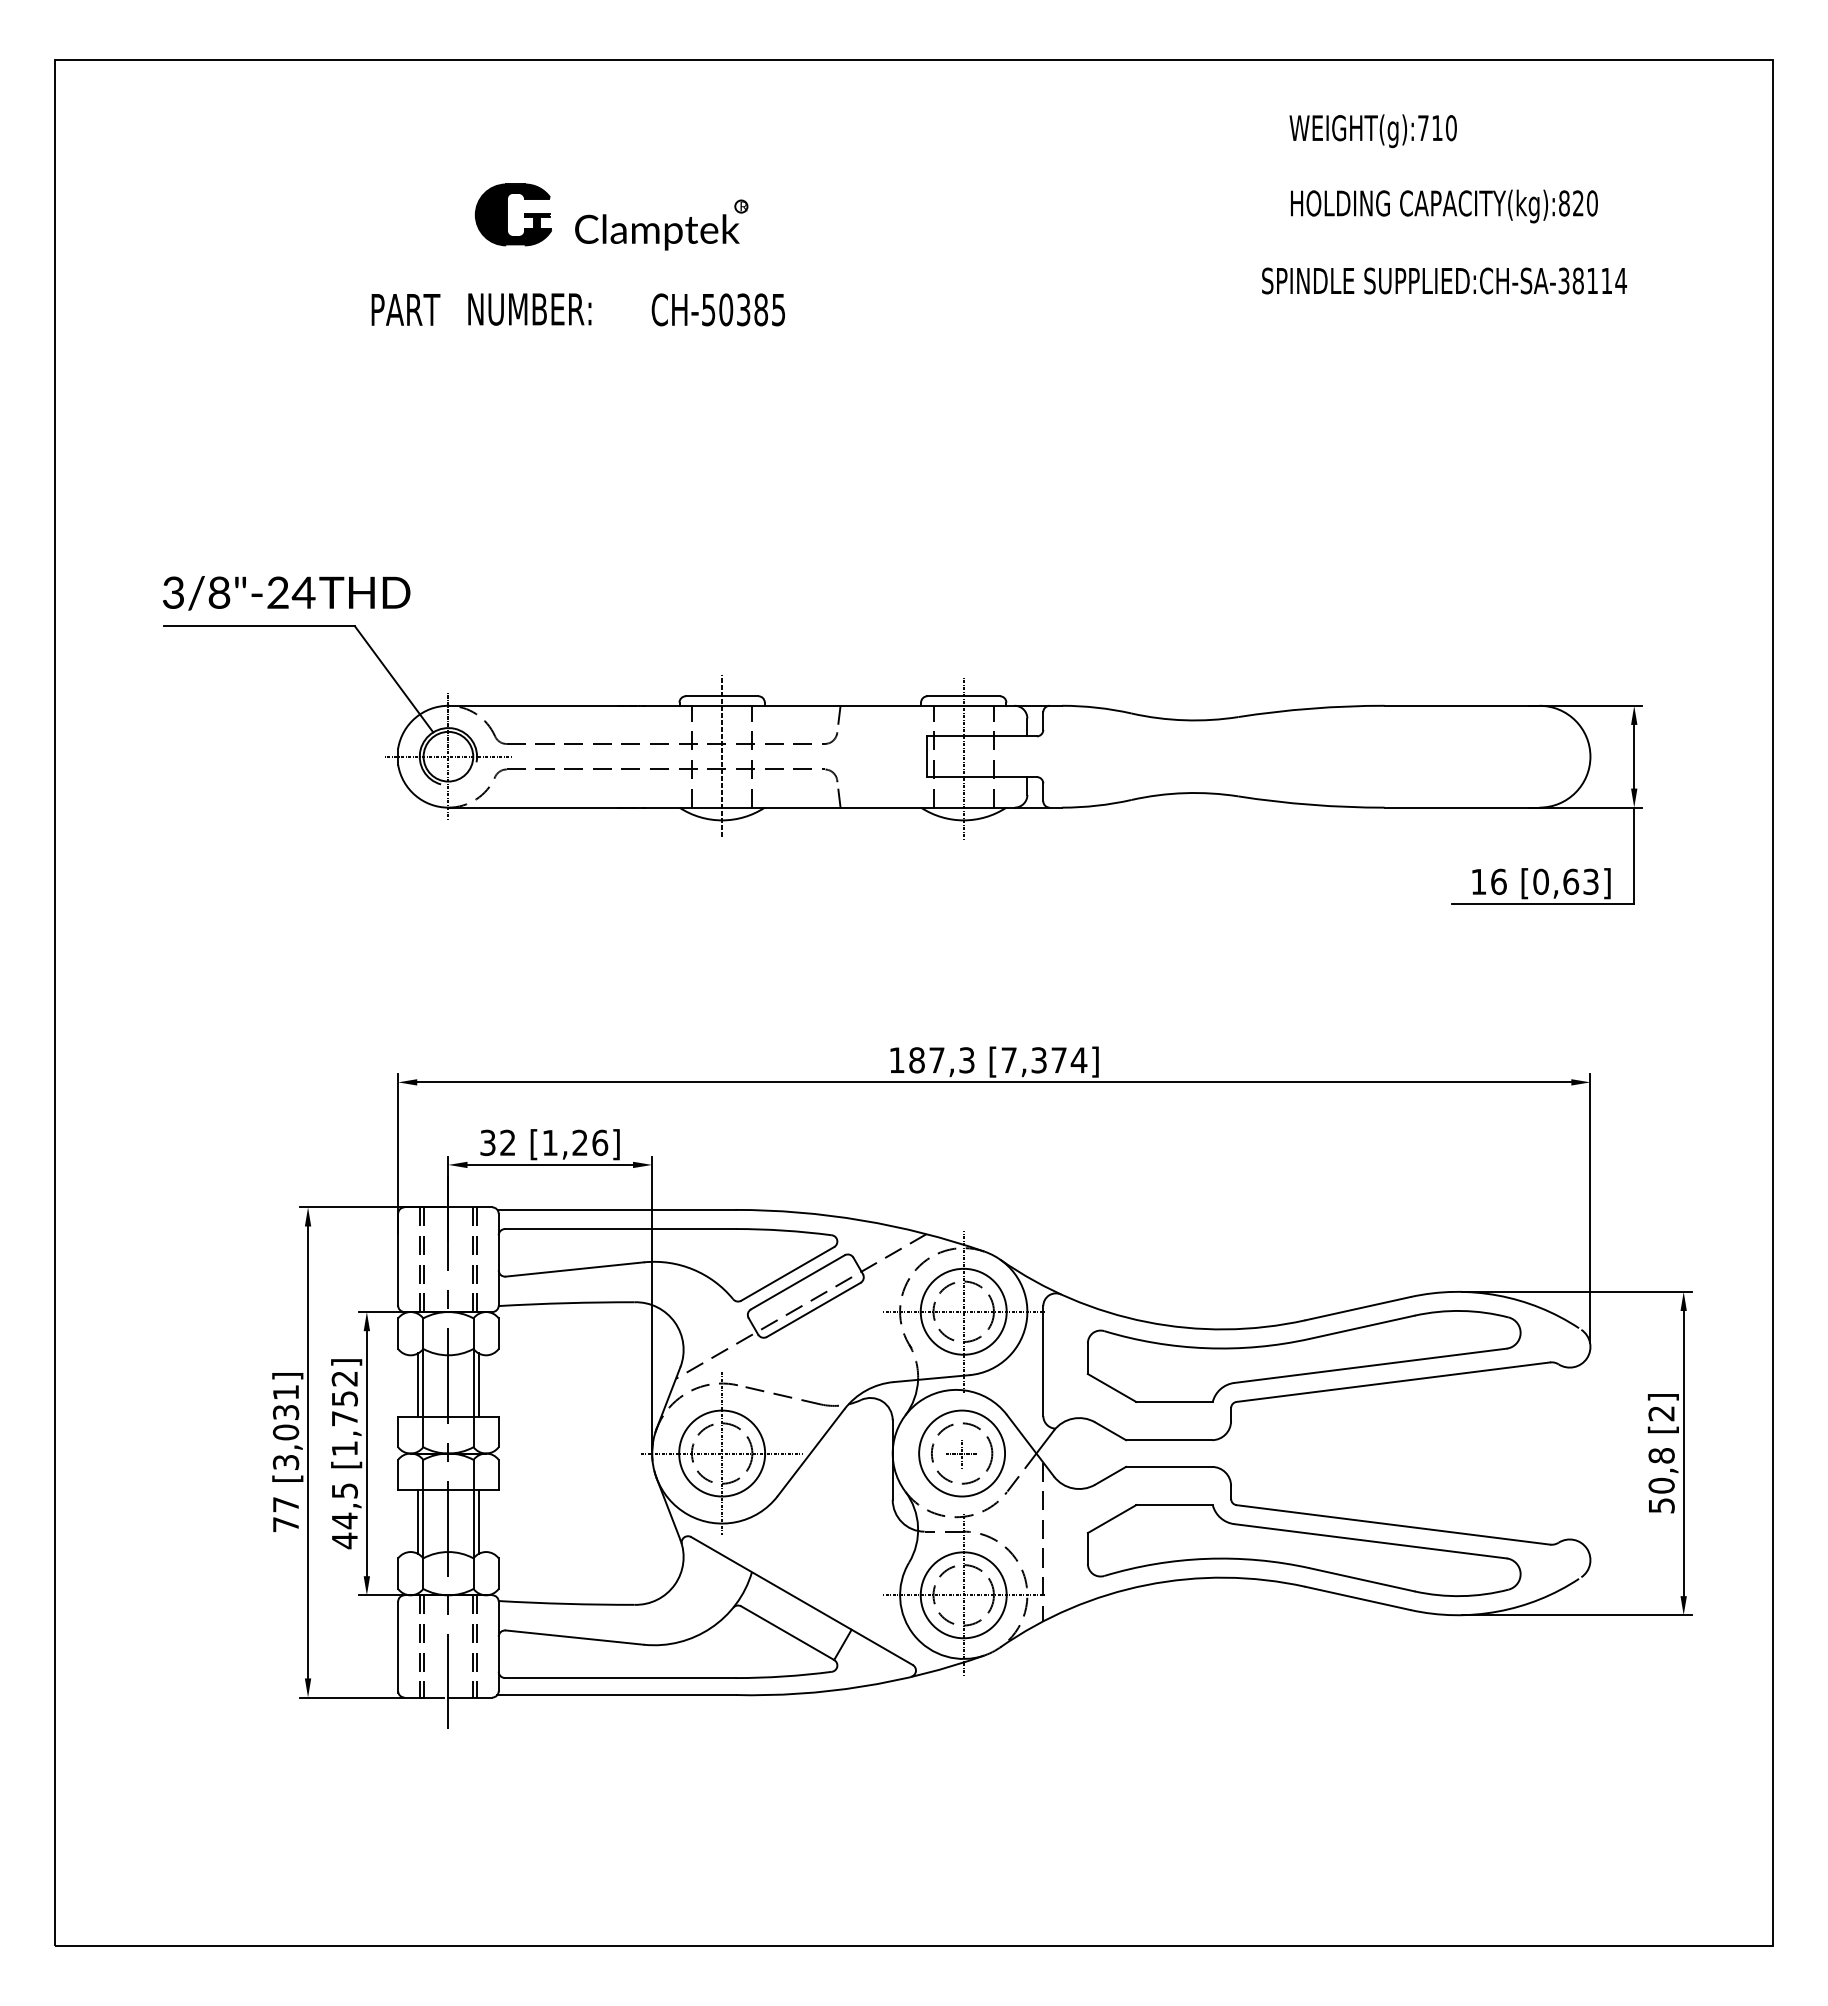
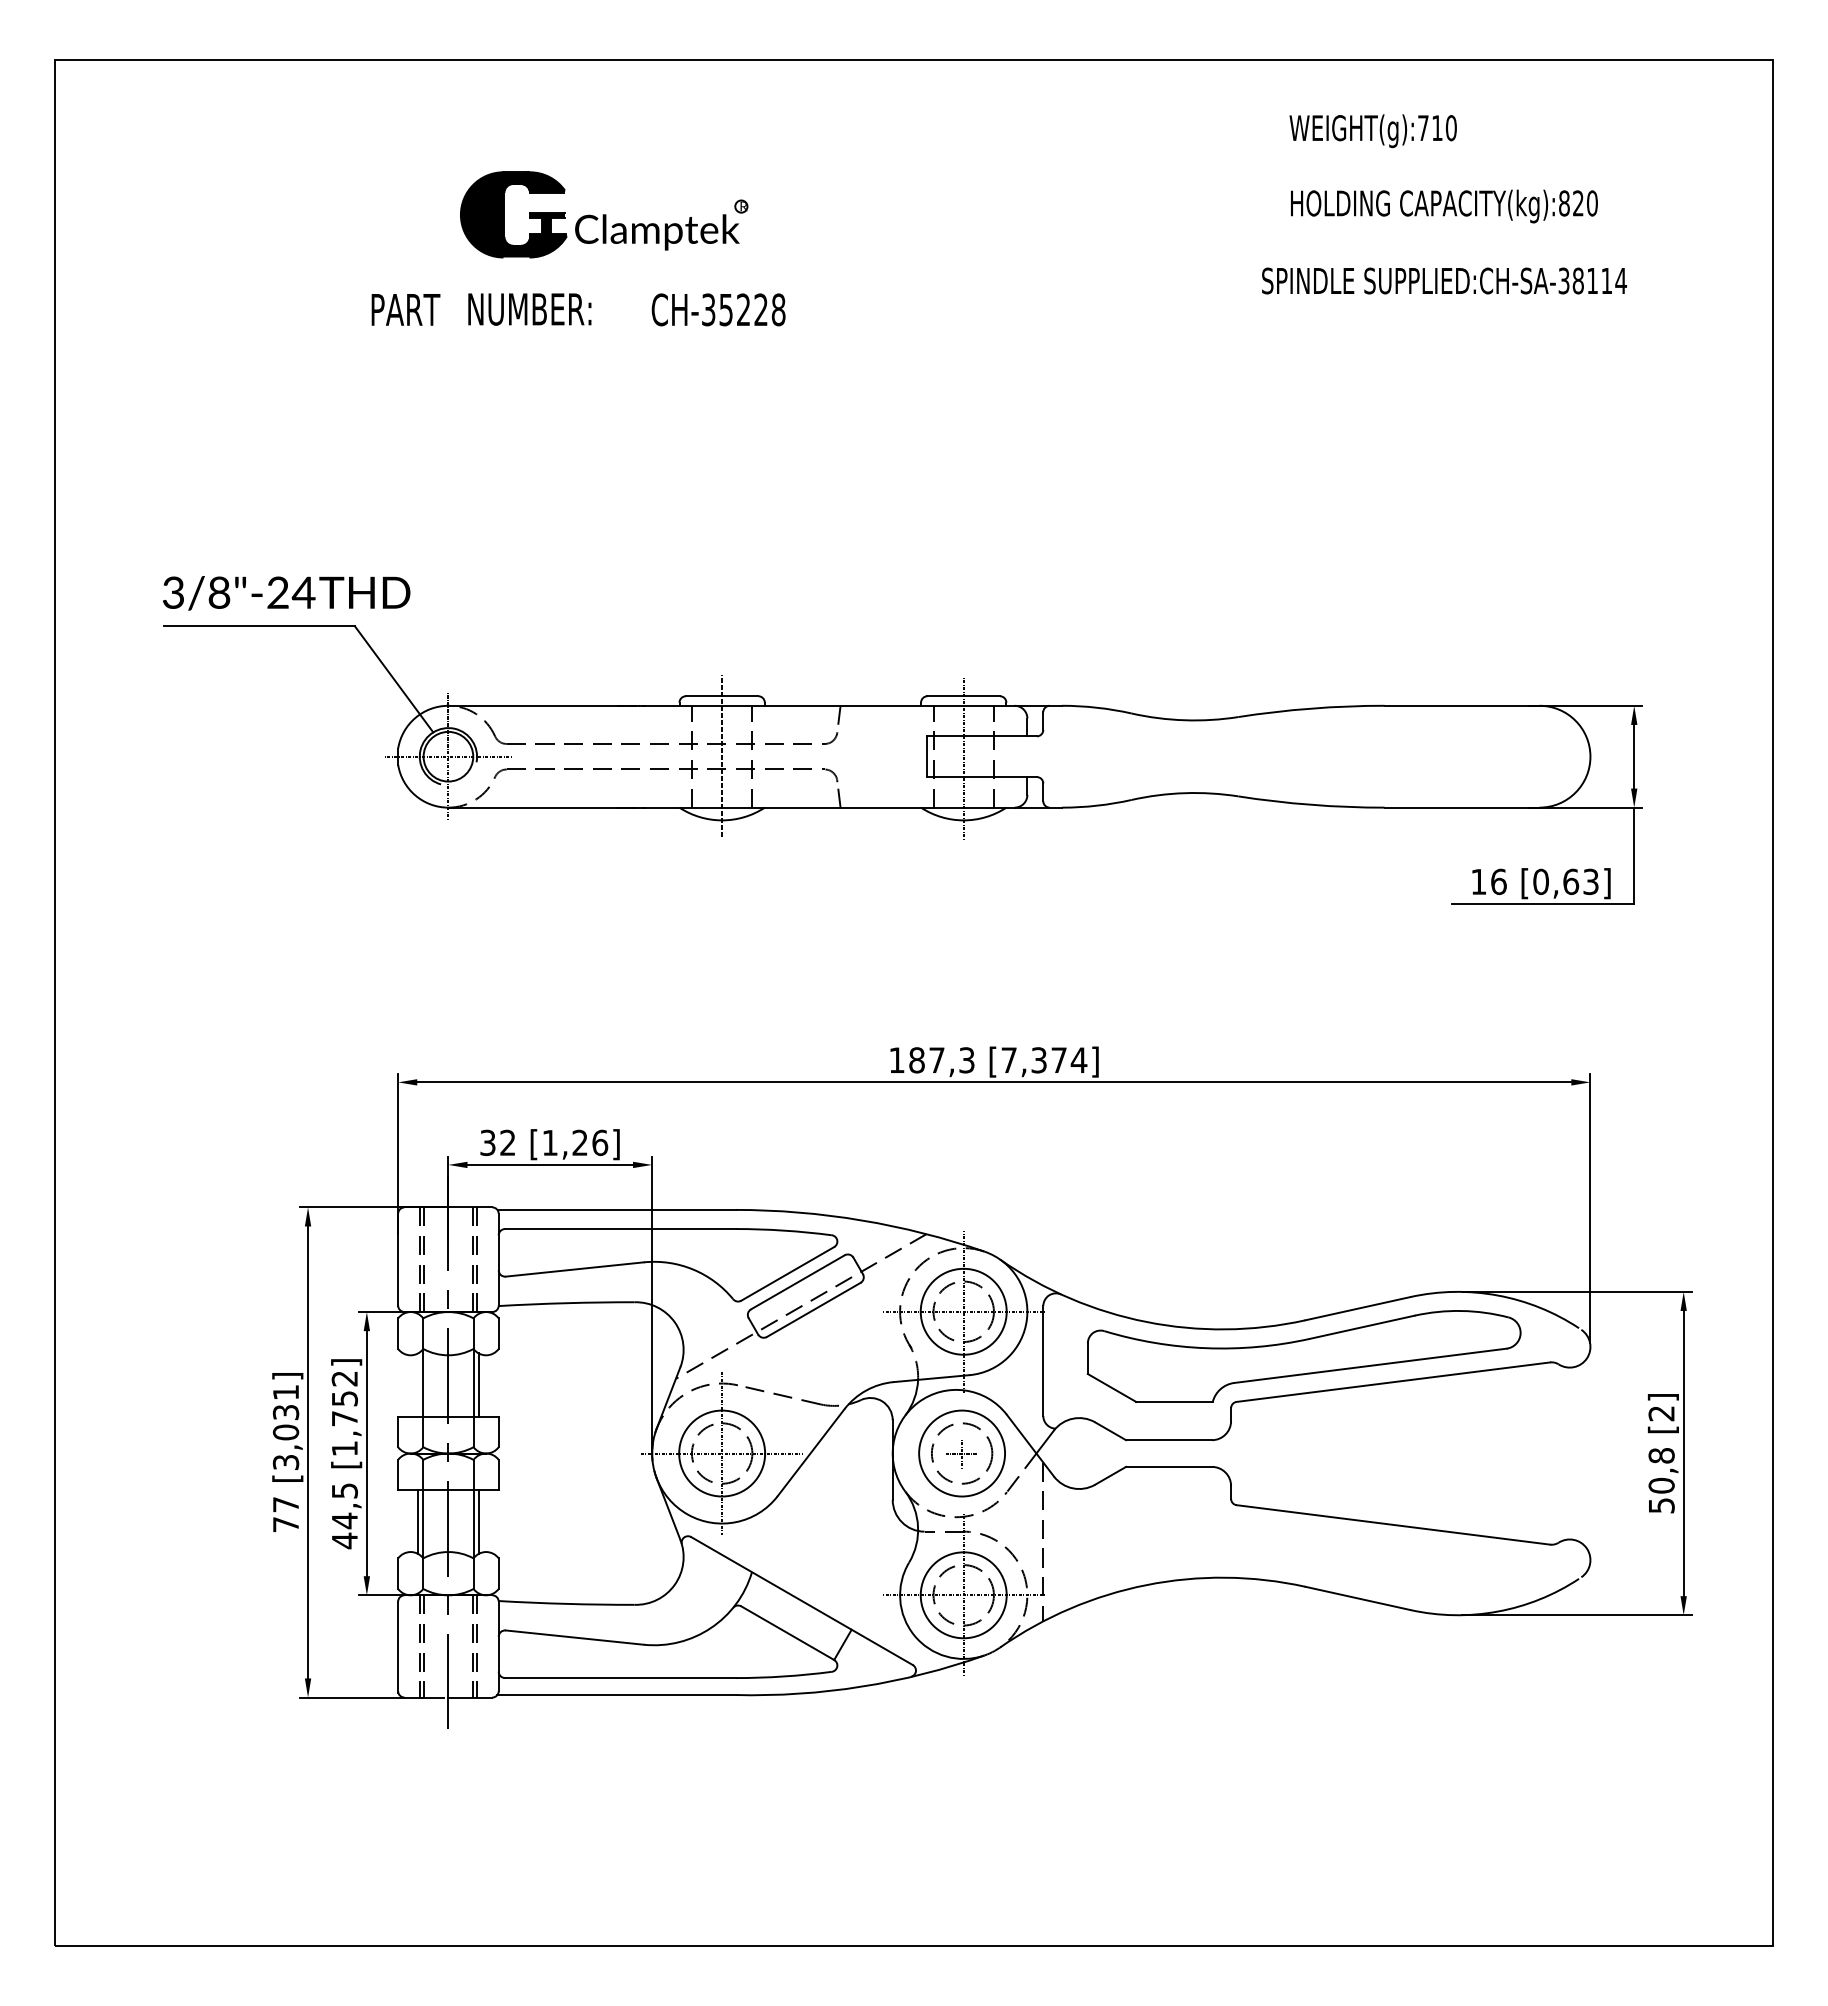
part at (512, 214) size: 78x64 px -> 108x88 px
text at (743, 309): CH-50385 -> CH-35228
line at (418, 1384): present -> none
part at (1303, 1550): present -> none
